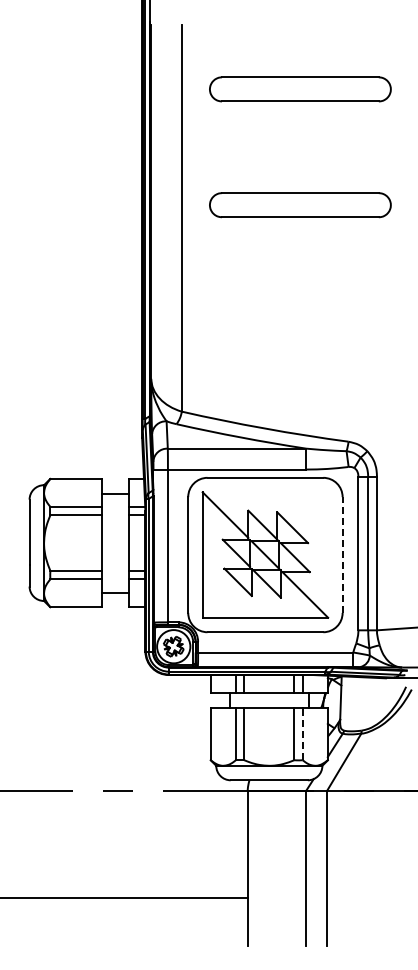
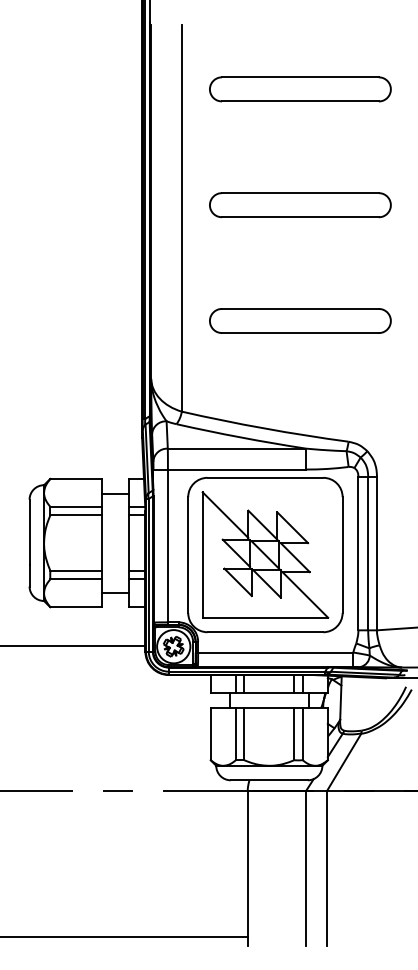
part at (300, 320): none -> present
line at (342, 555): dashed -> solid
line at (73, 645): none -> present
line at (302, 733): dashed -> solid
line at (124, 897) position: (124, 897) -> (124, 936)
